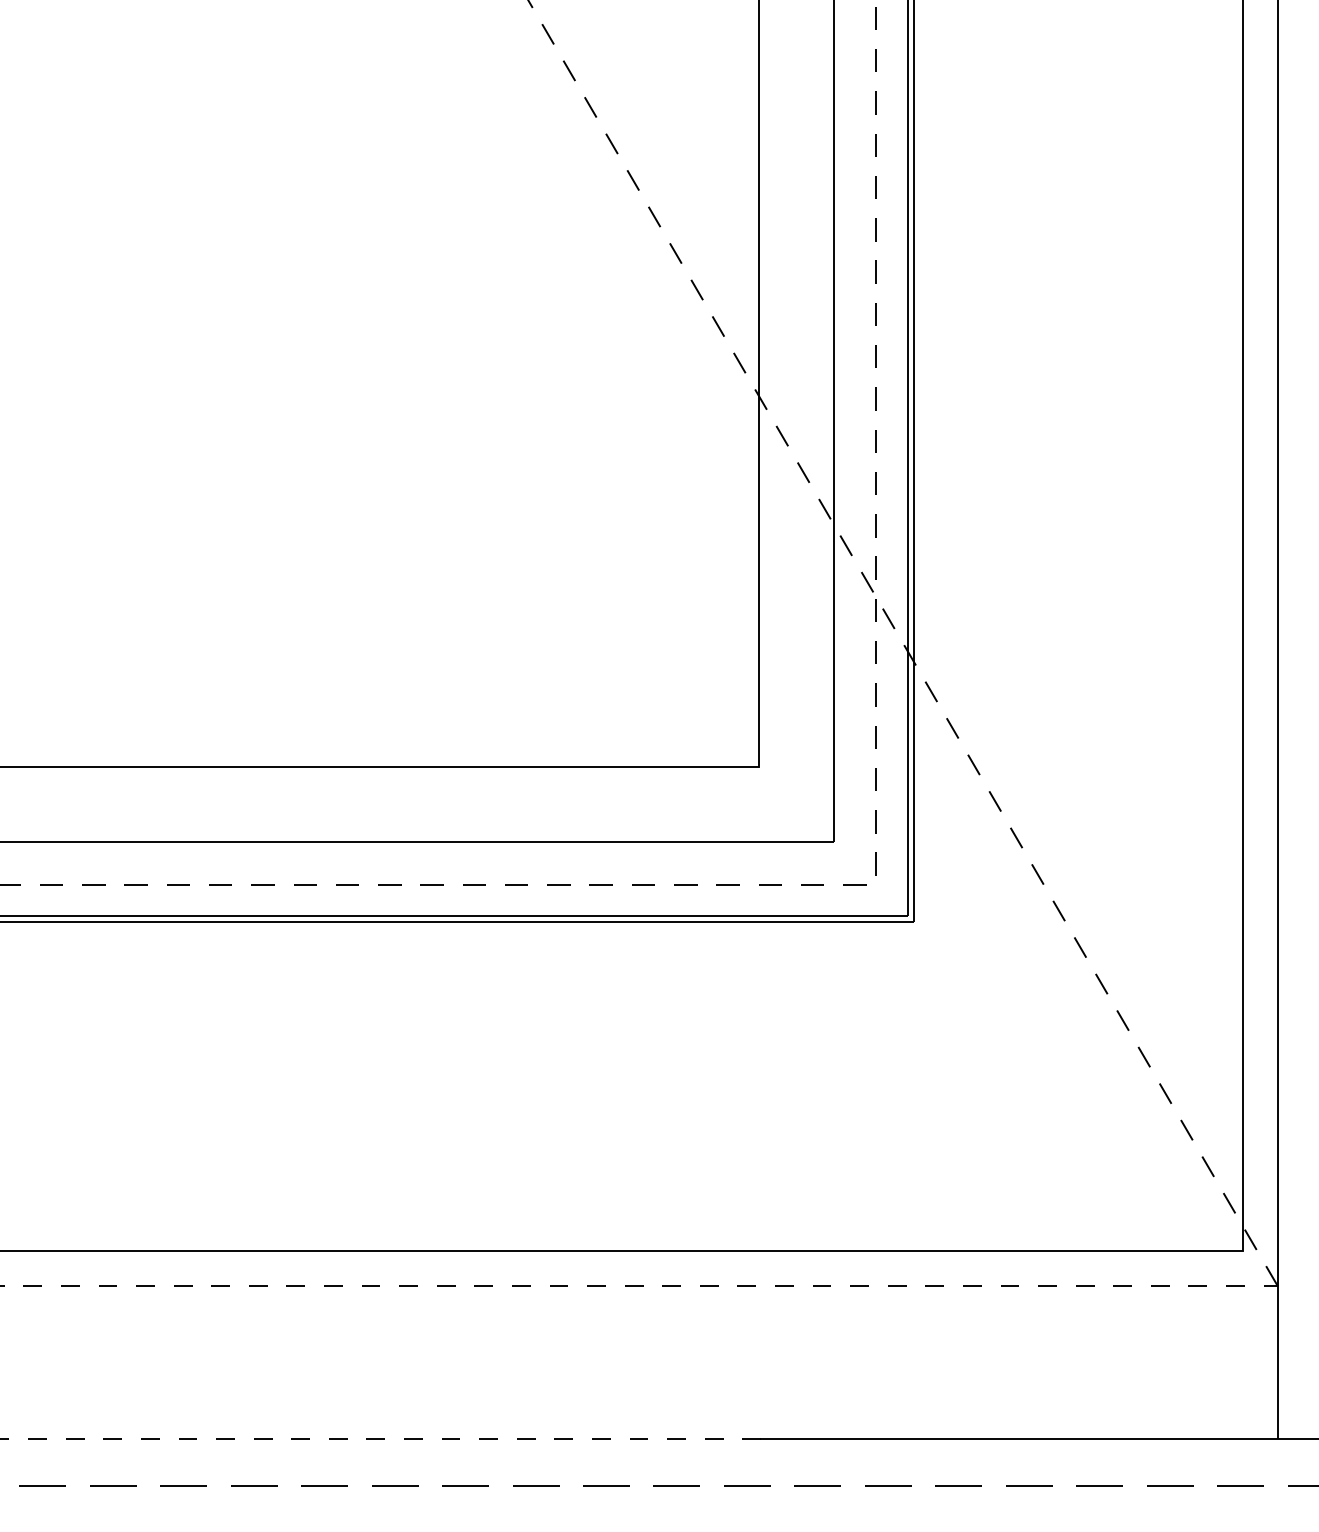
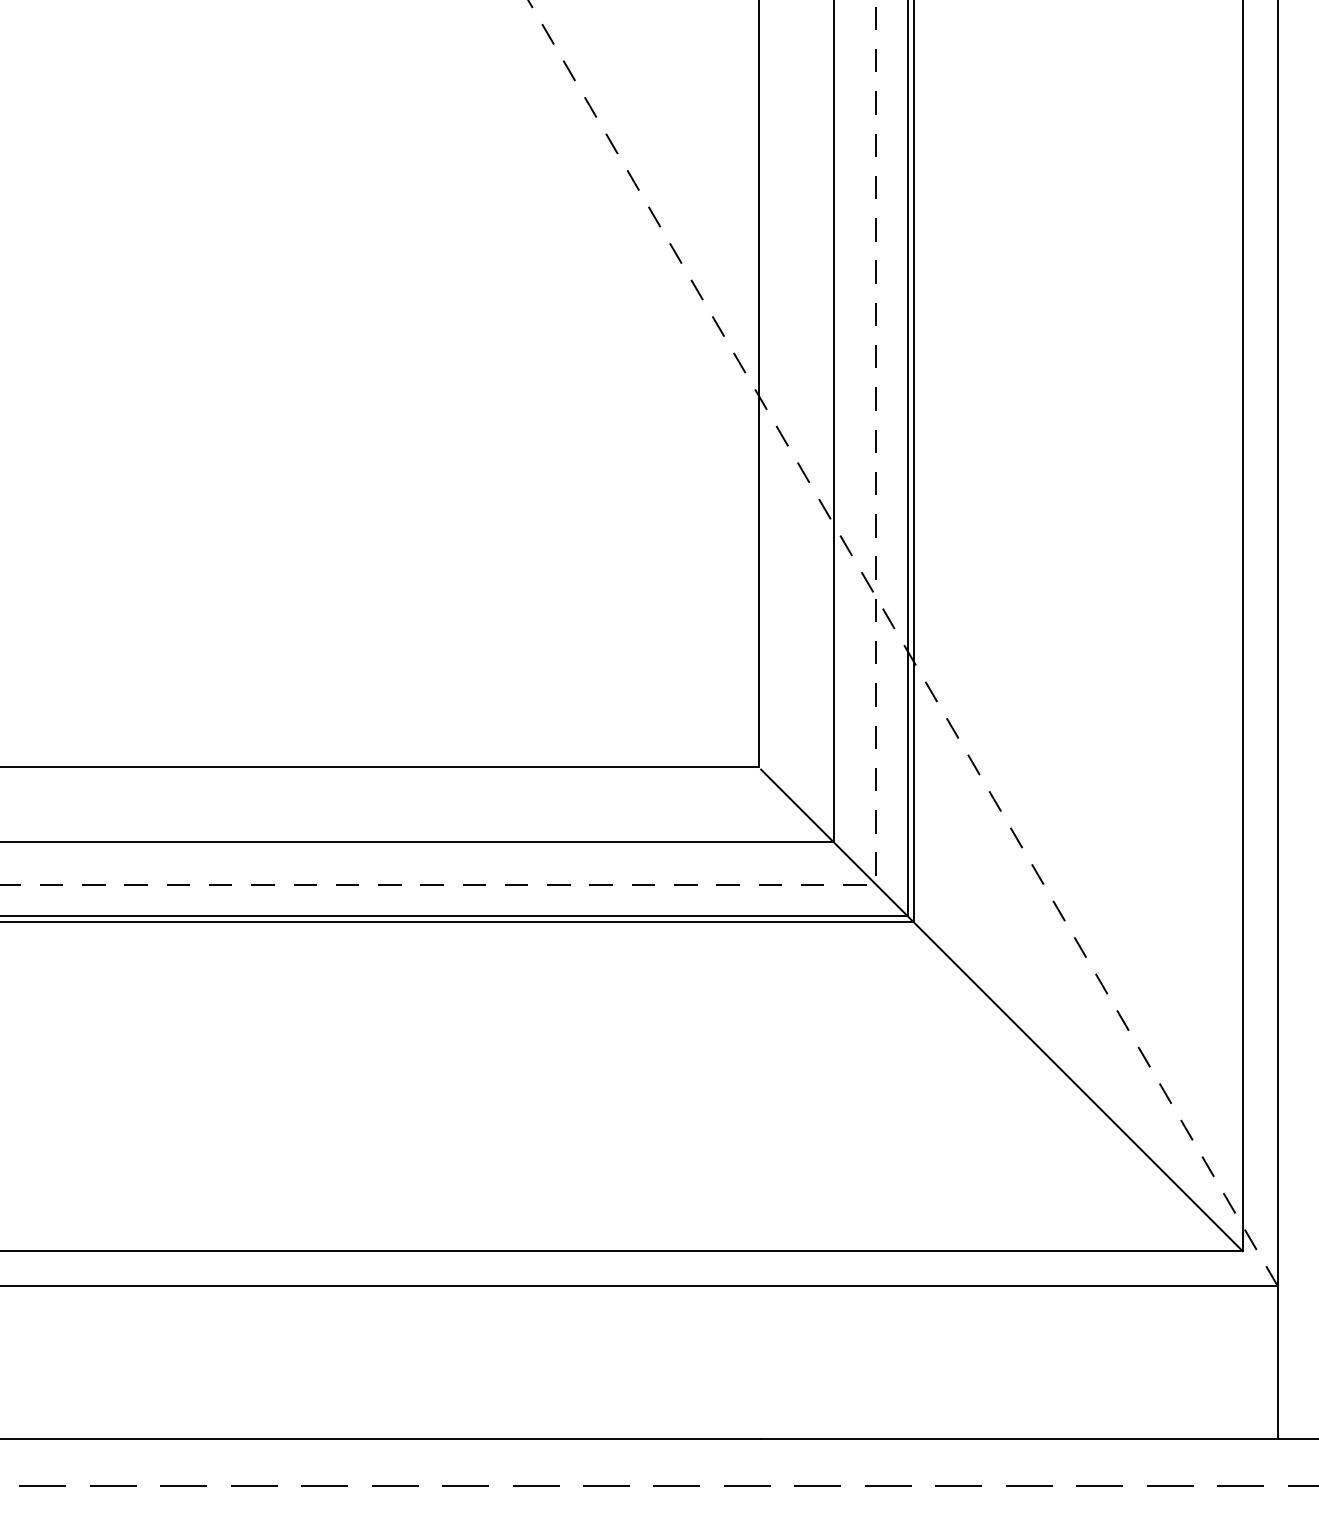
line at (1001, 1010): none -> present
line at (639, 1286): dashed -> solid
line at (380, 1439): dashed -> solid
